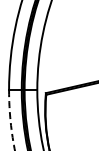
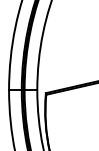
arc at (10, 121): dashed -> solid
